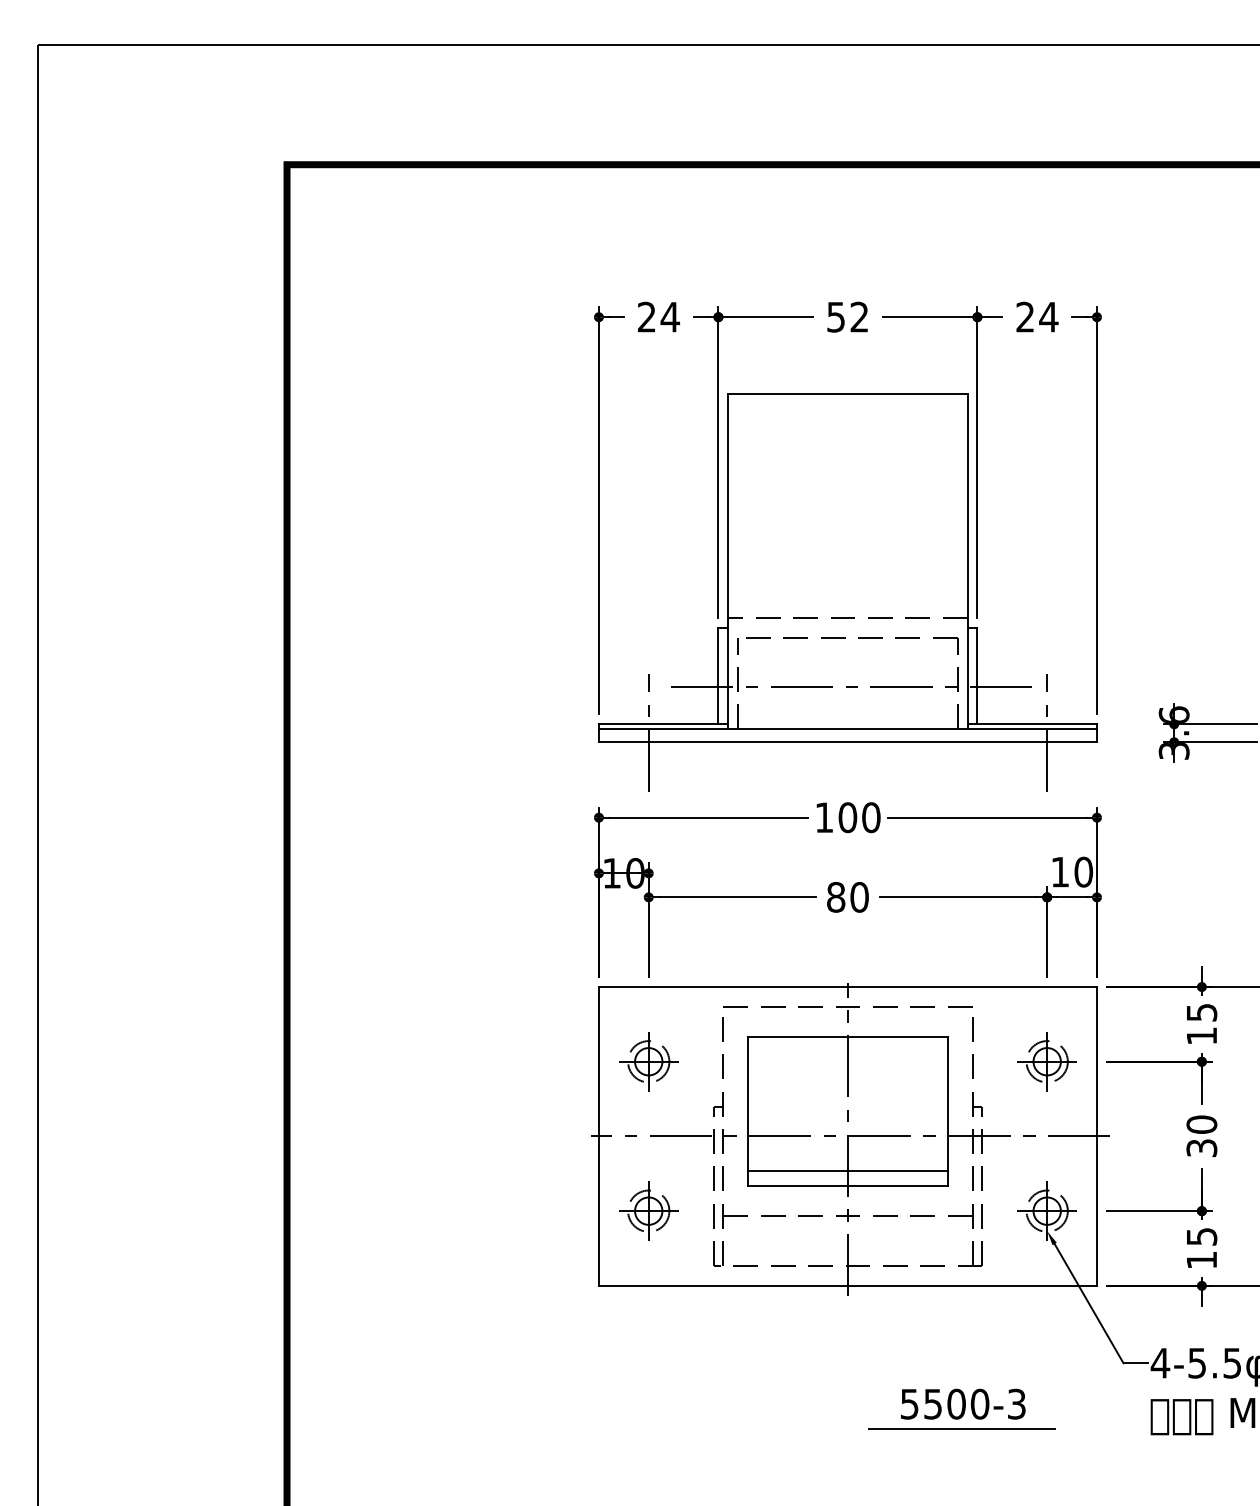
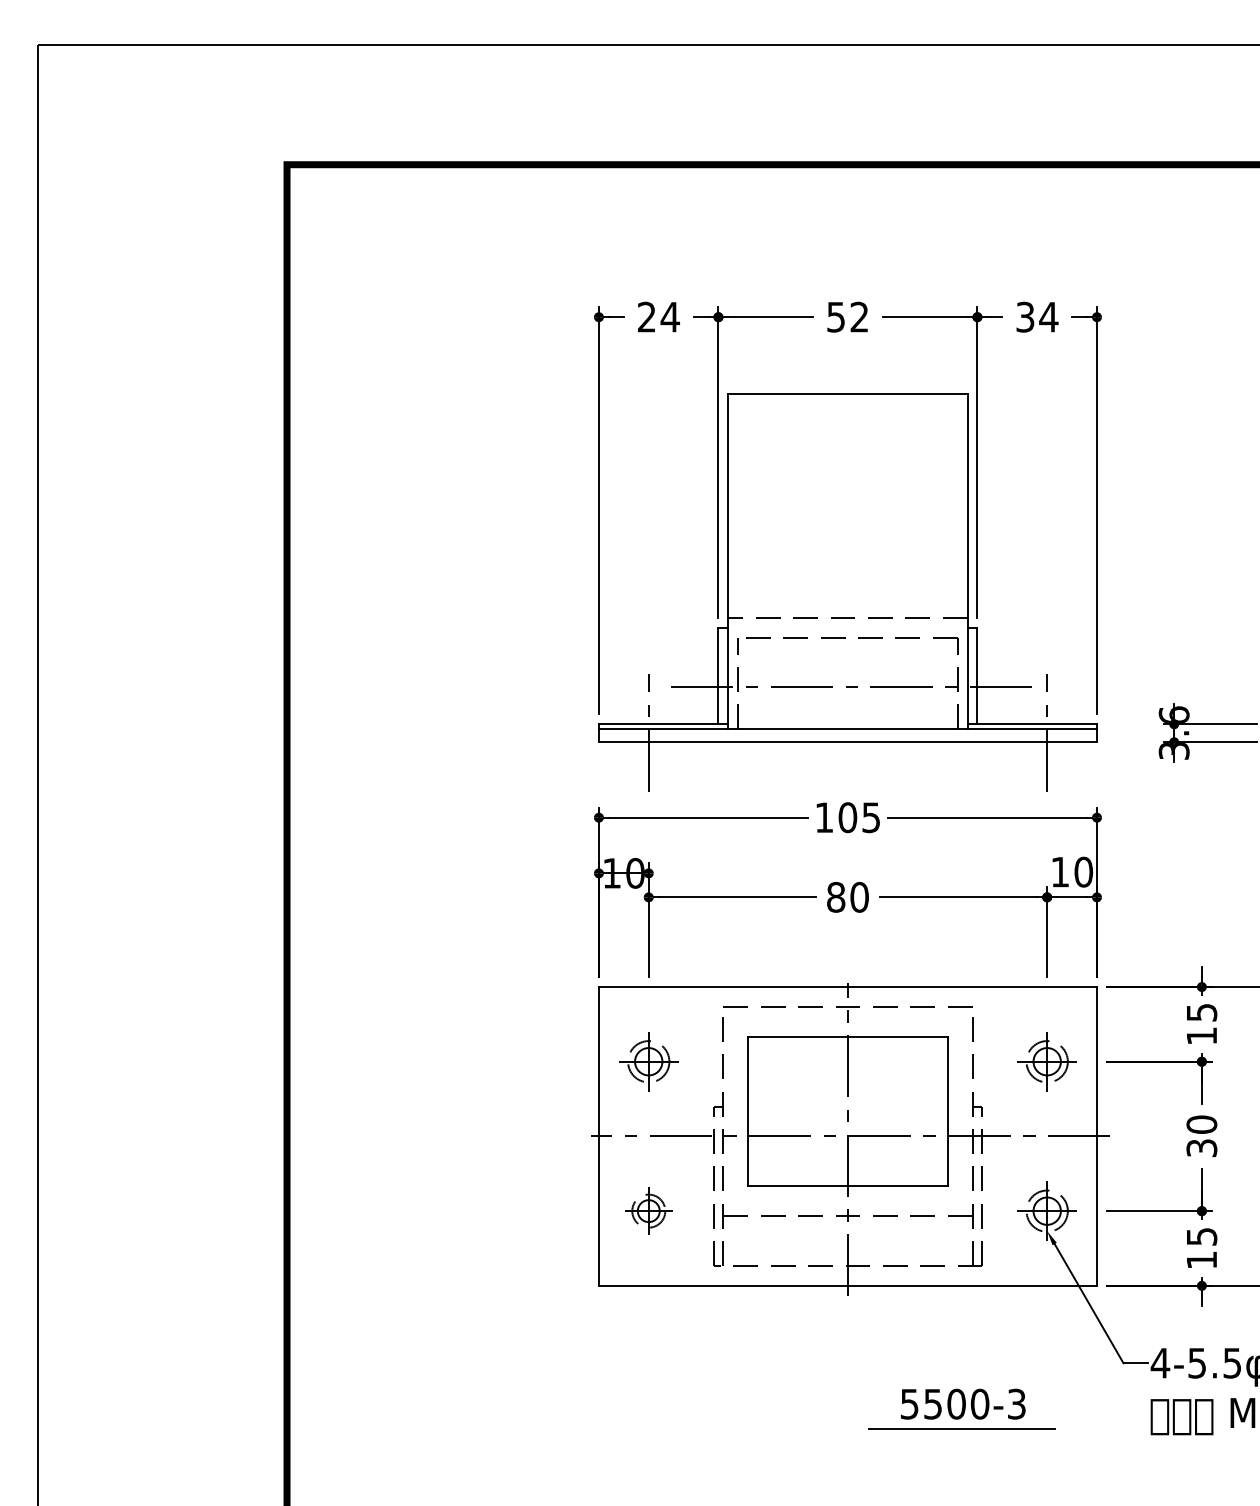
text at (1025, 317): 24 -> 34
text at (871, 817): 100 -> 105
line at (847, 1171): present -> none
part at (648, 1210) size: 60x60 px -> 48x48 px
